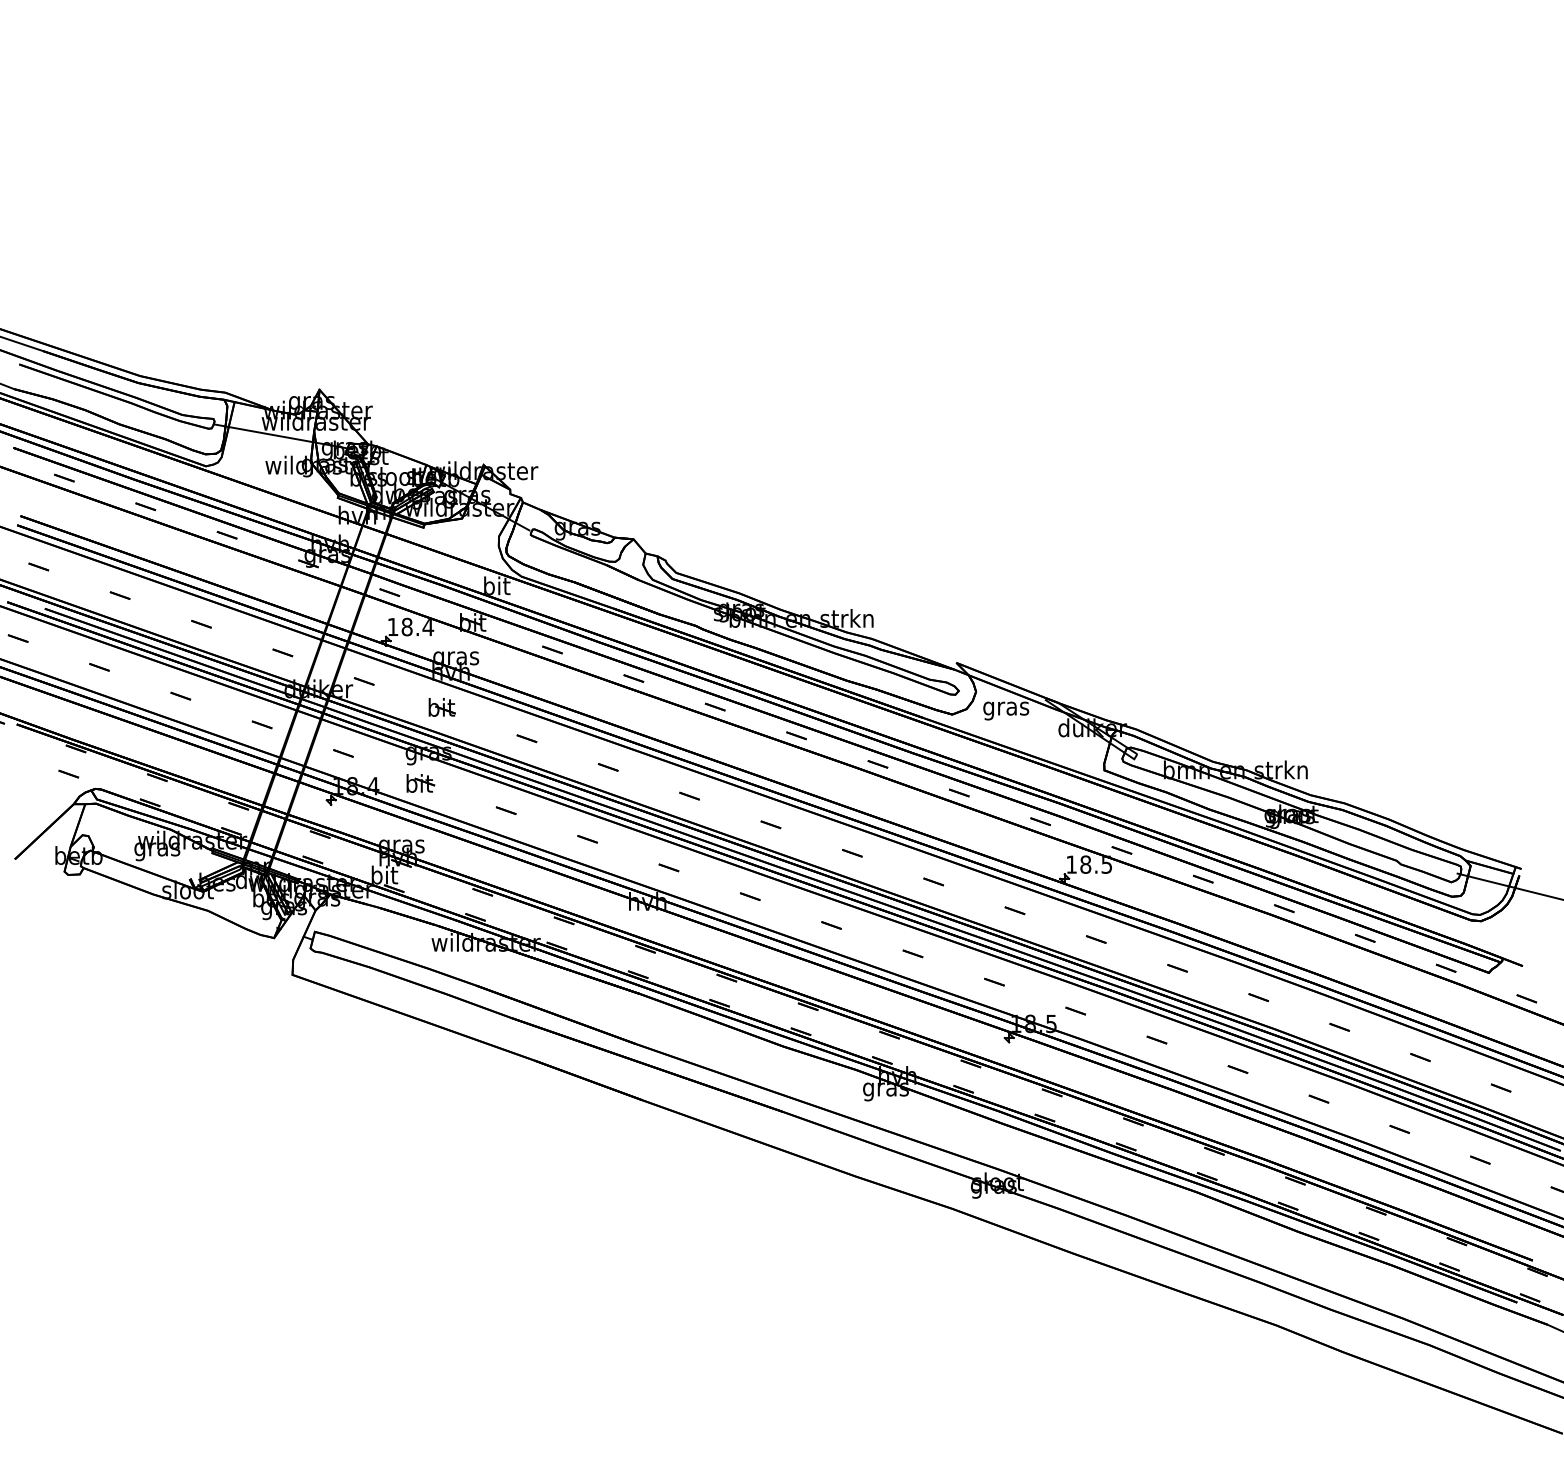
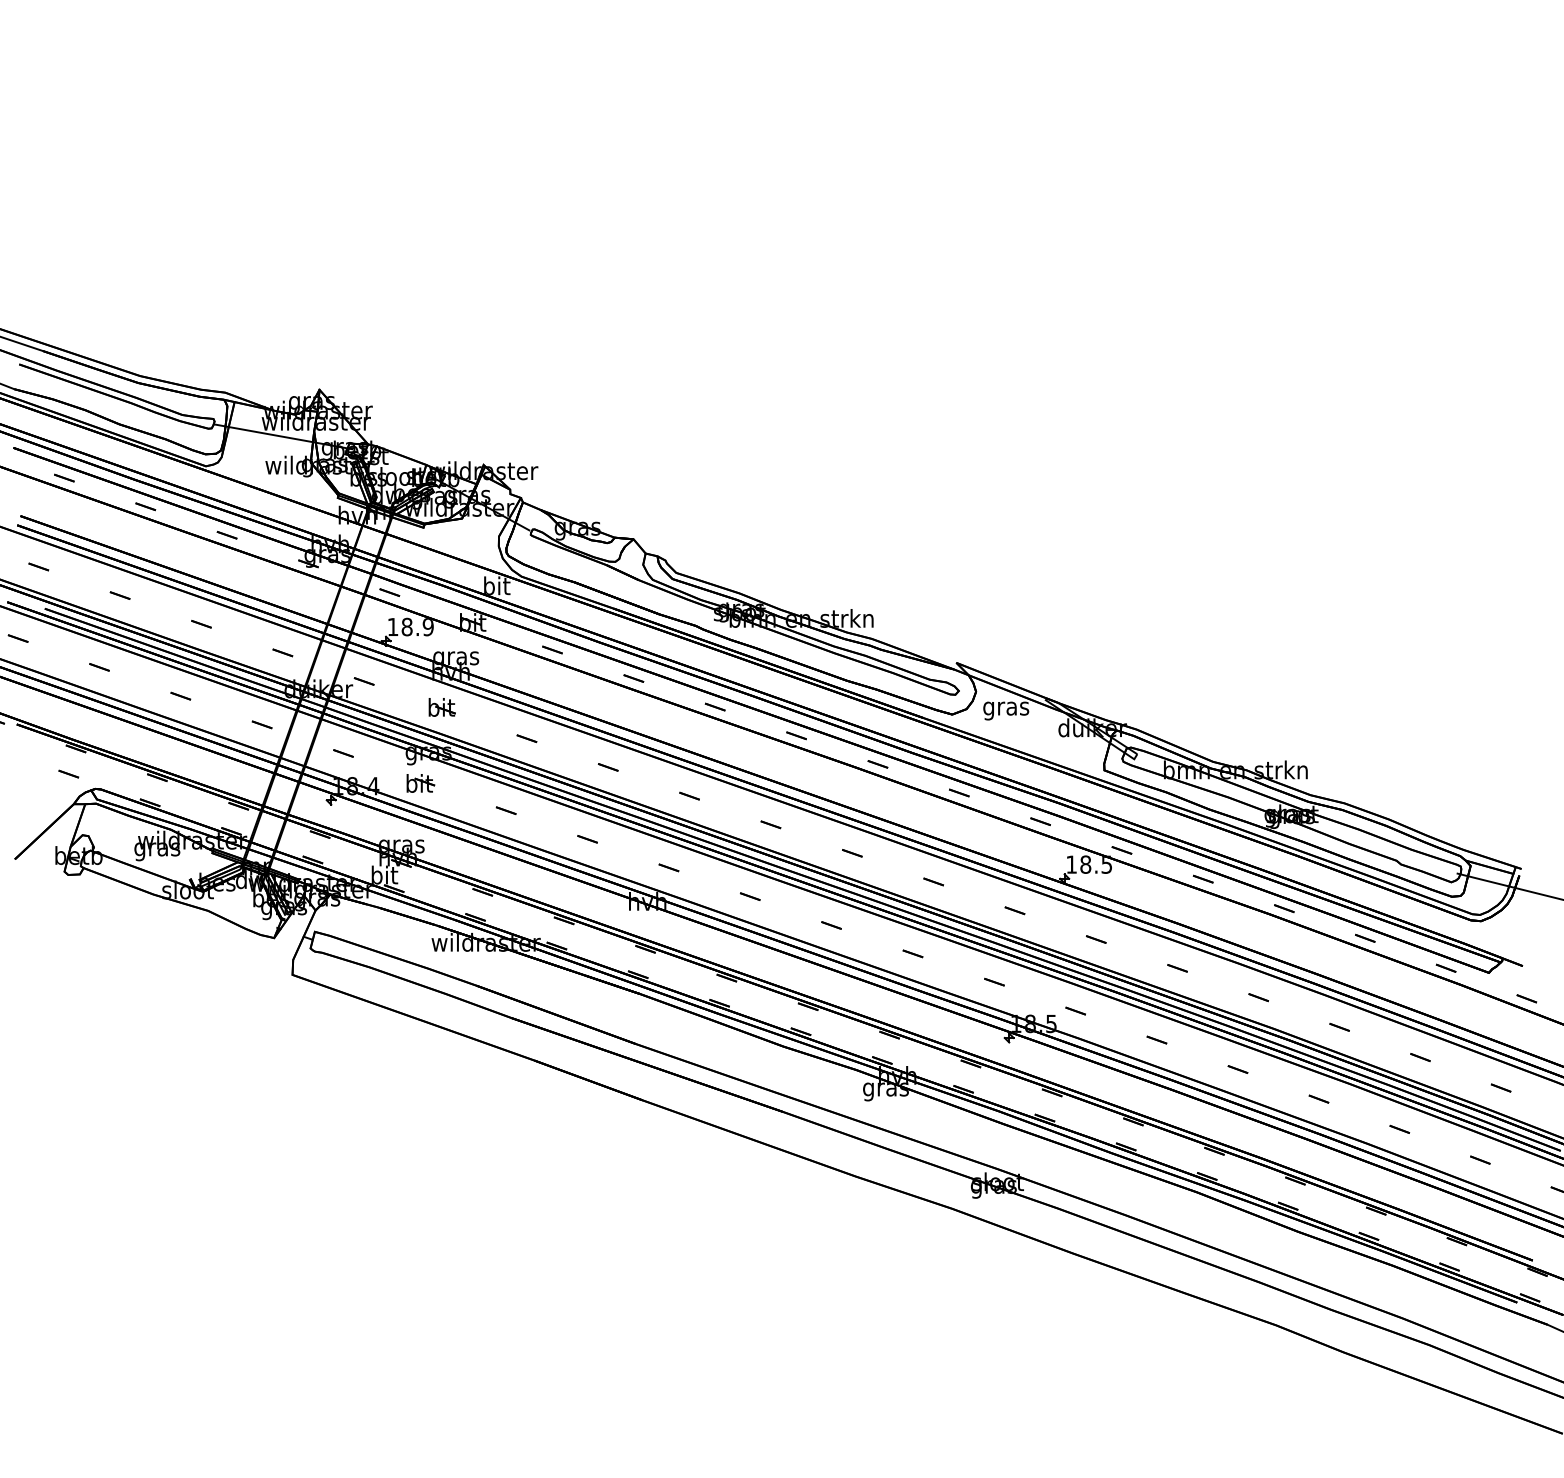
text at (428, 627): 18.4 -> 18.9
